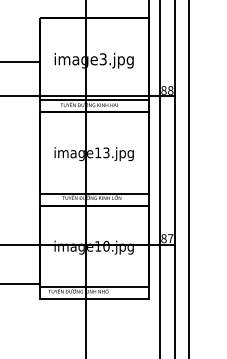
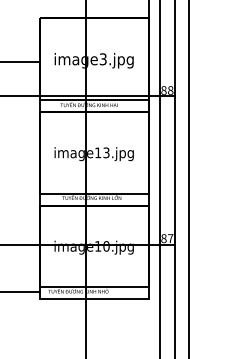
line at (20, 284) position: (20, 284) -> (20, 292)
